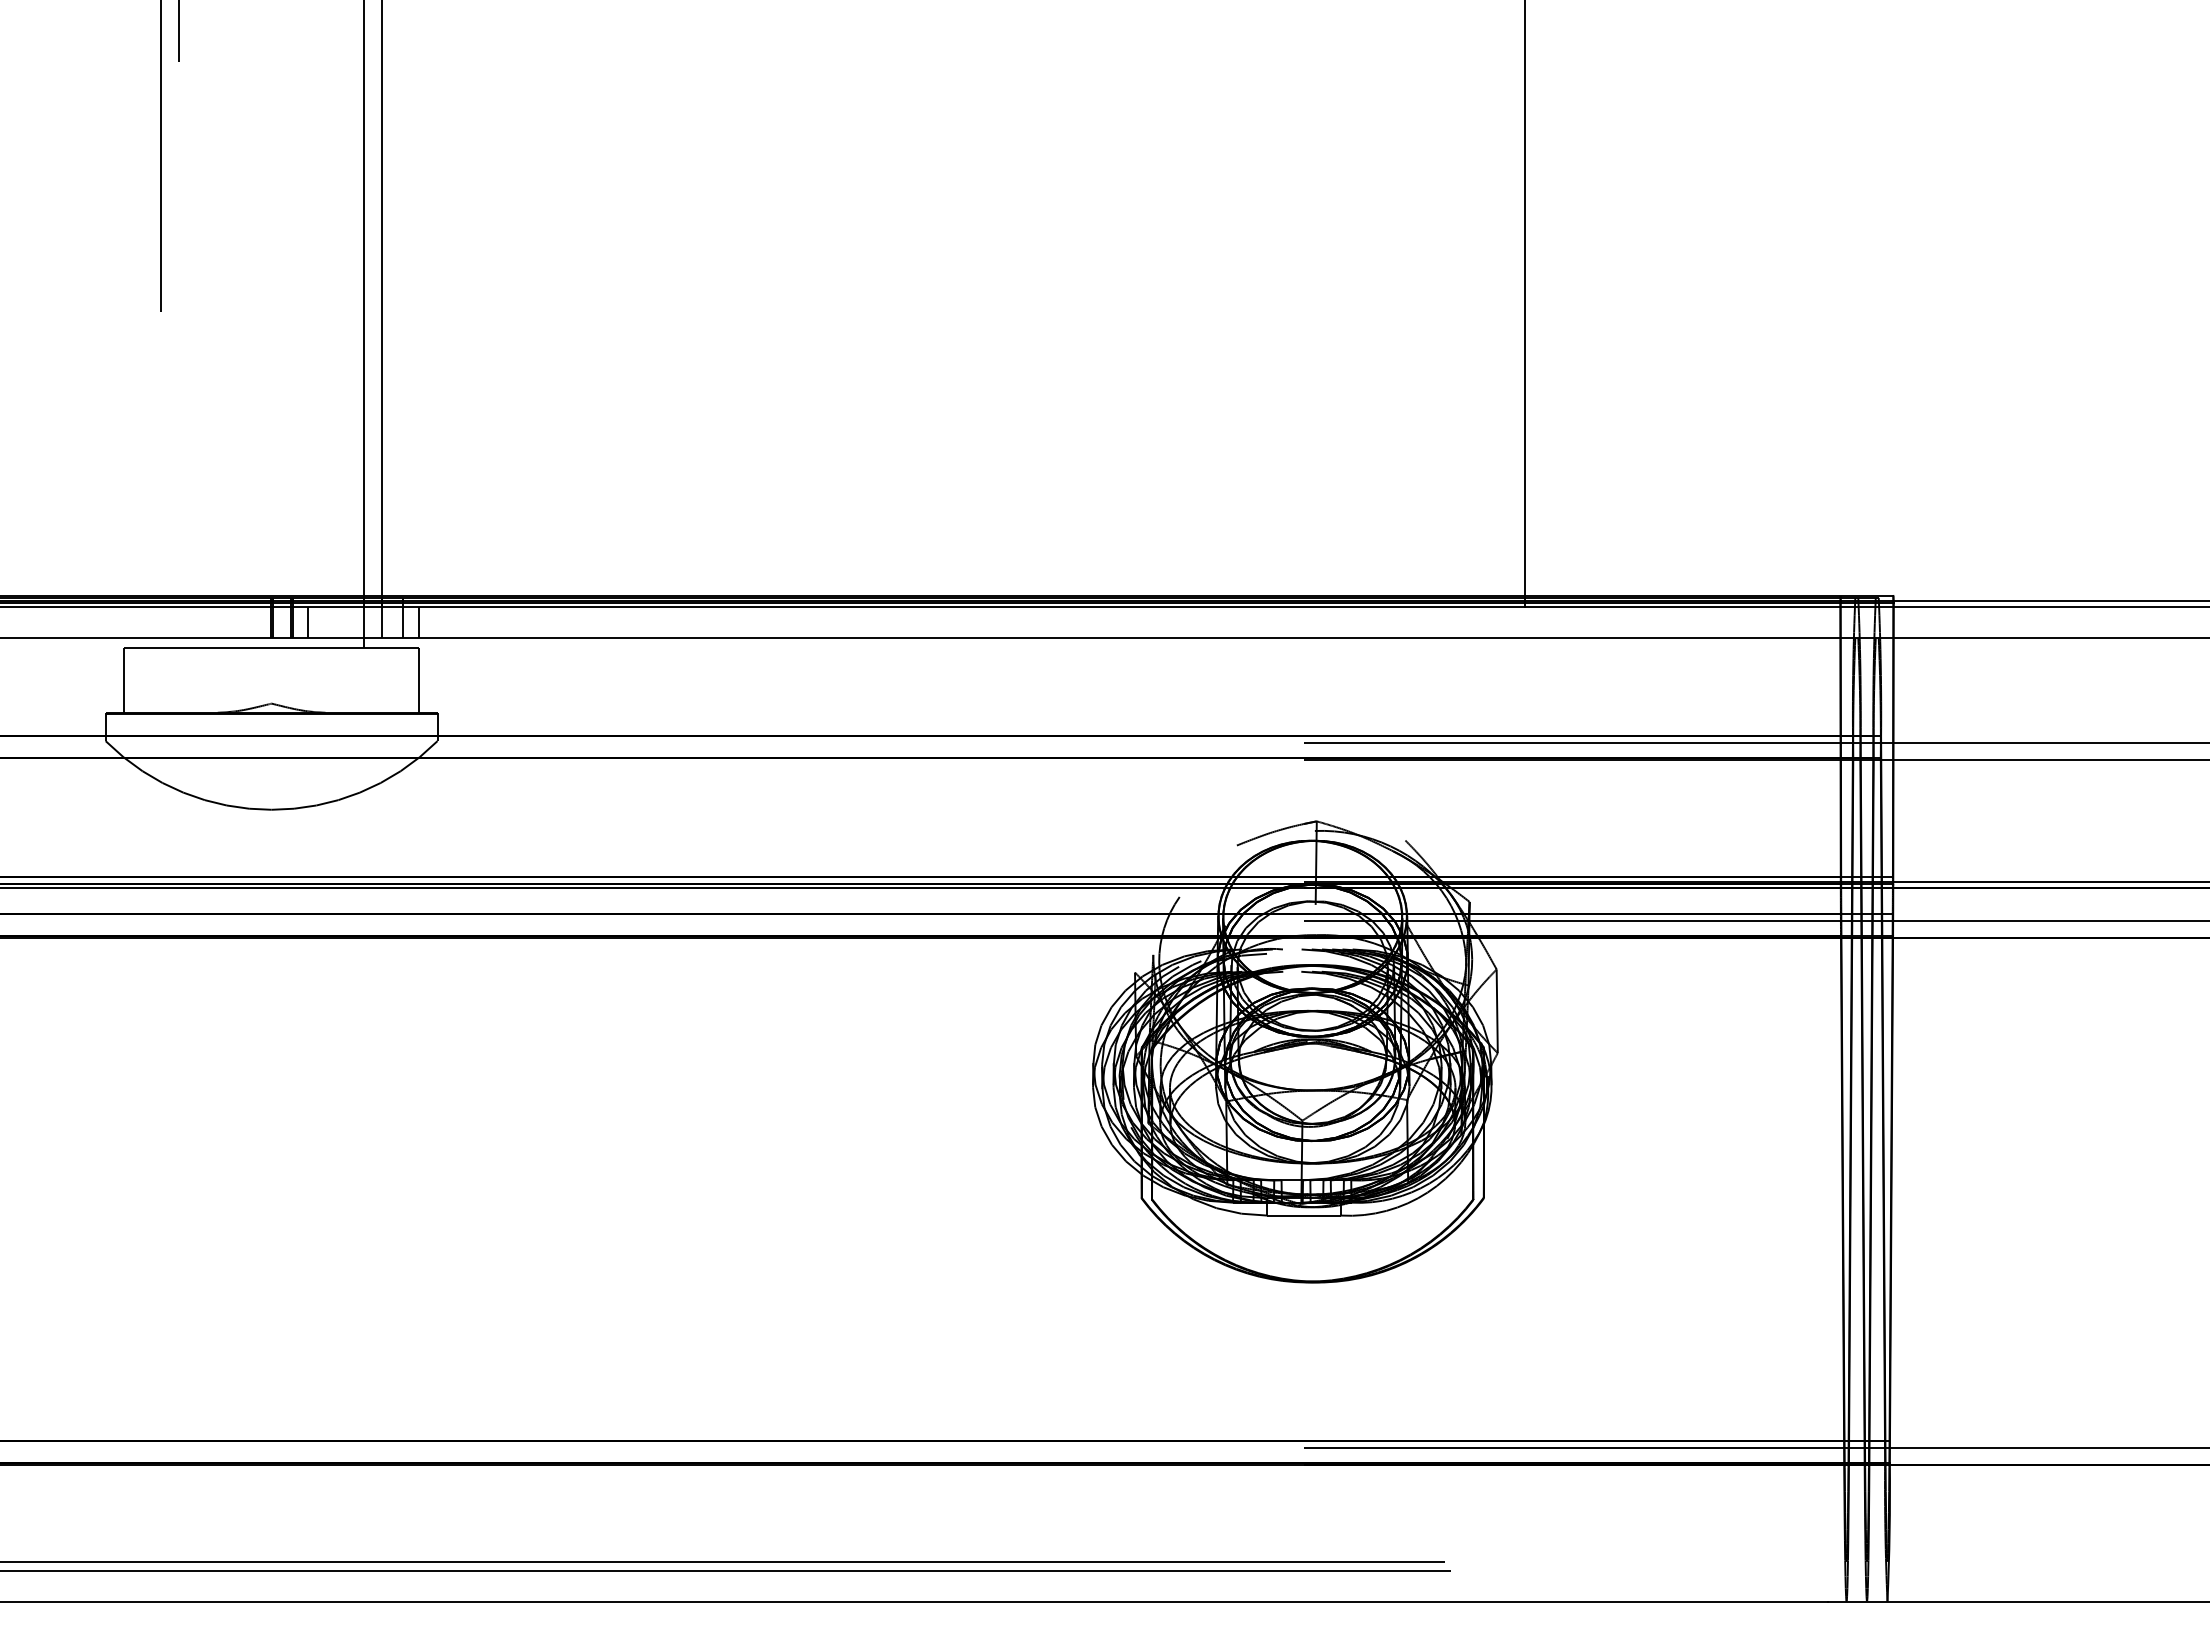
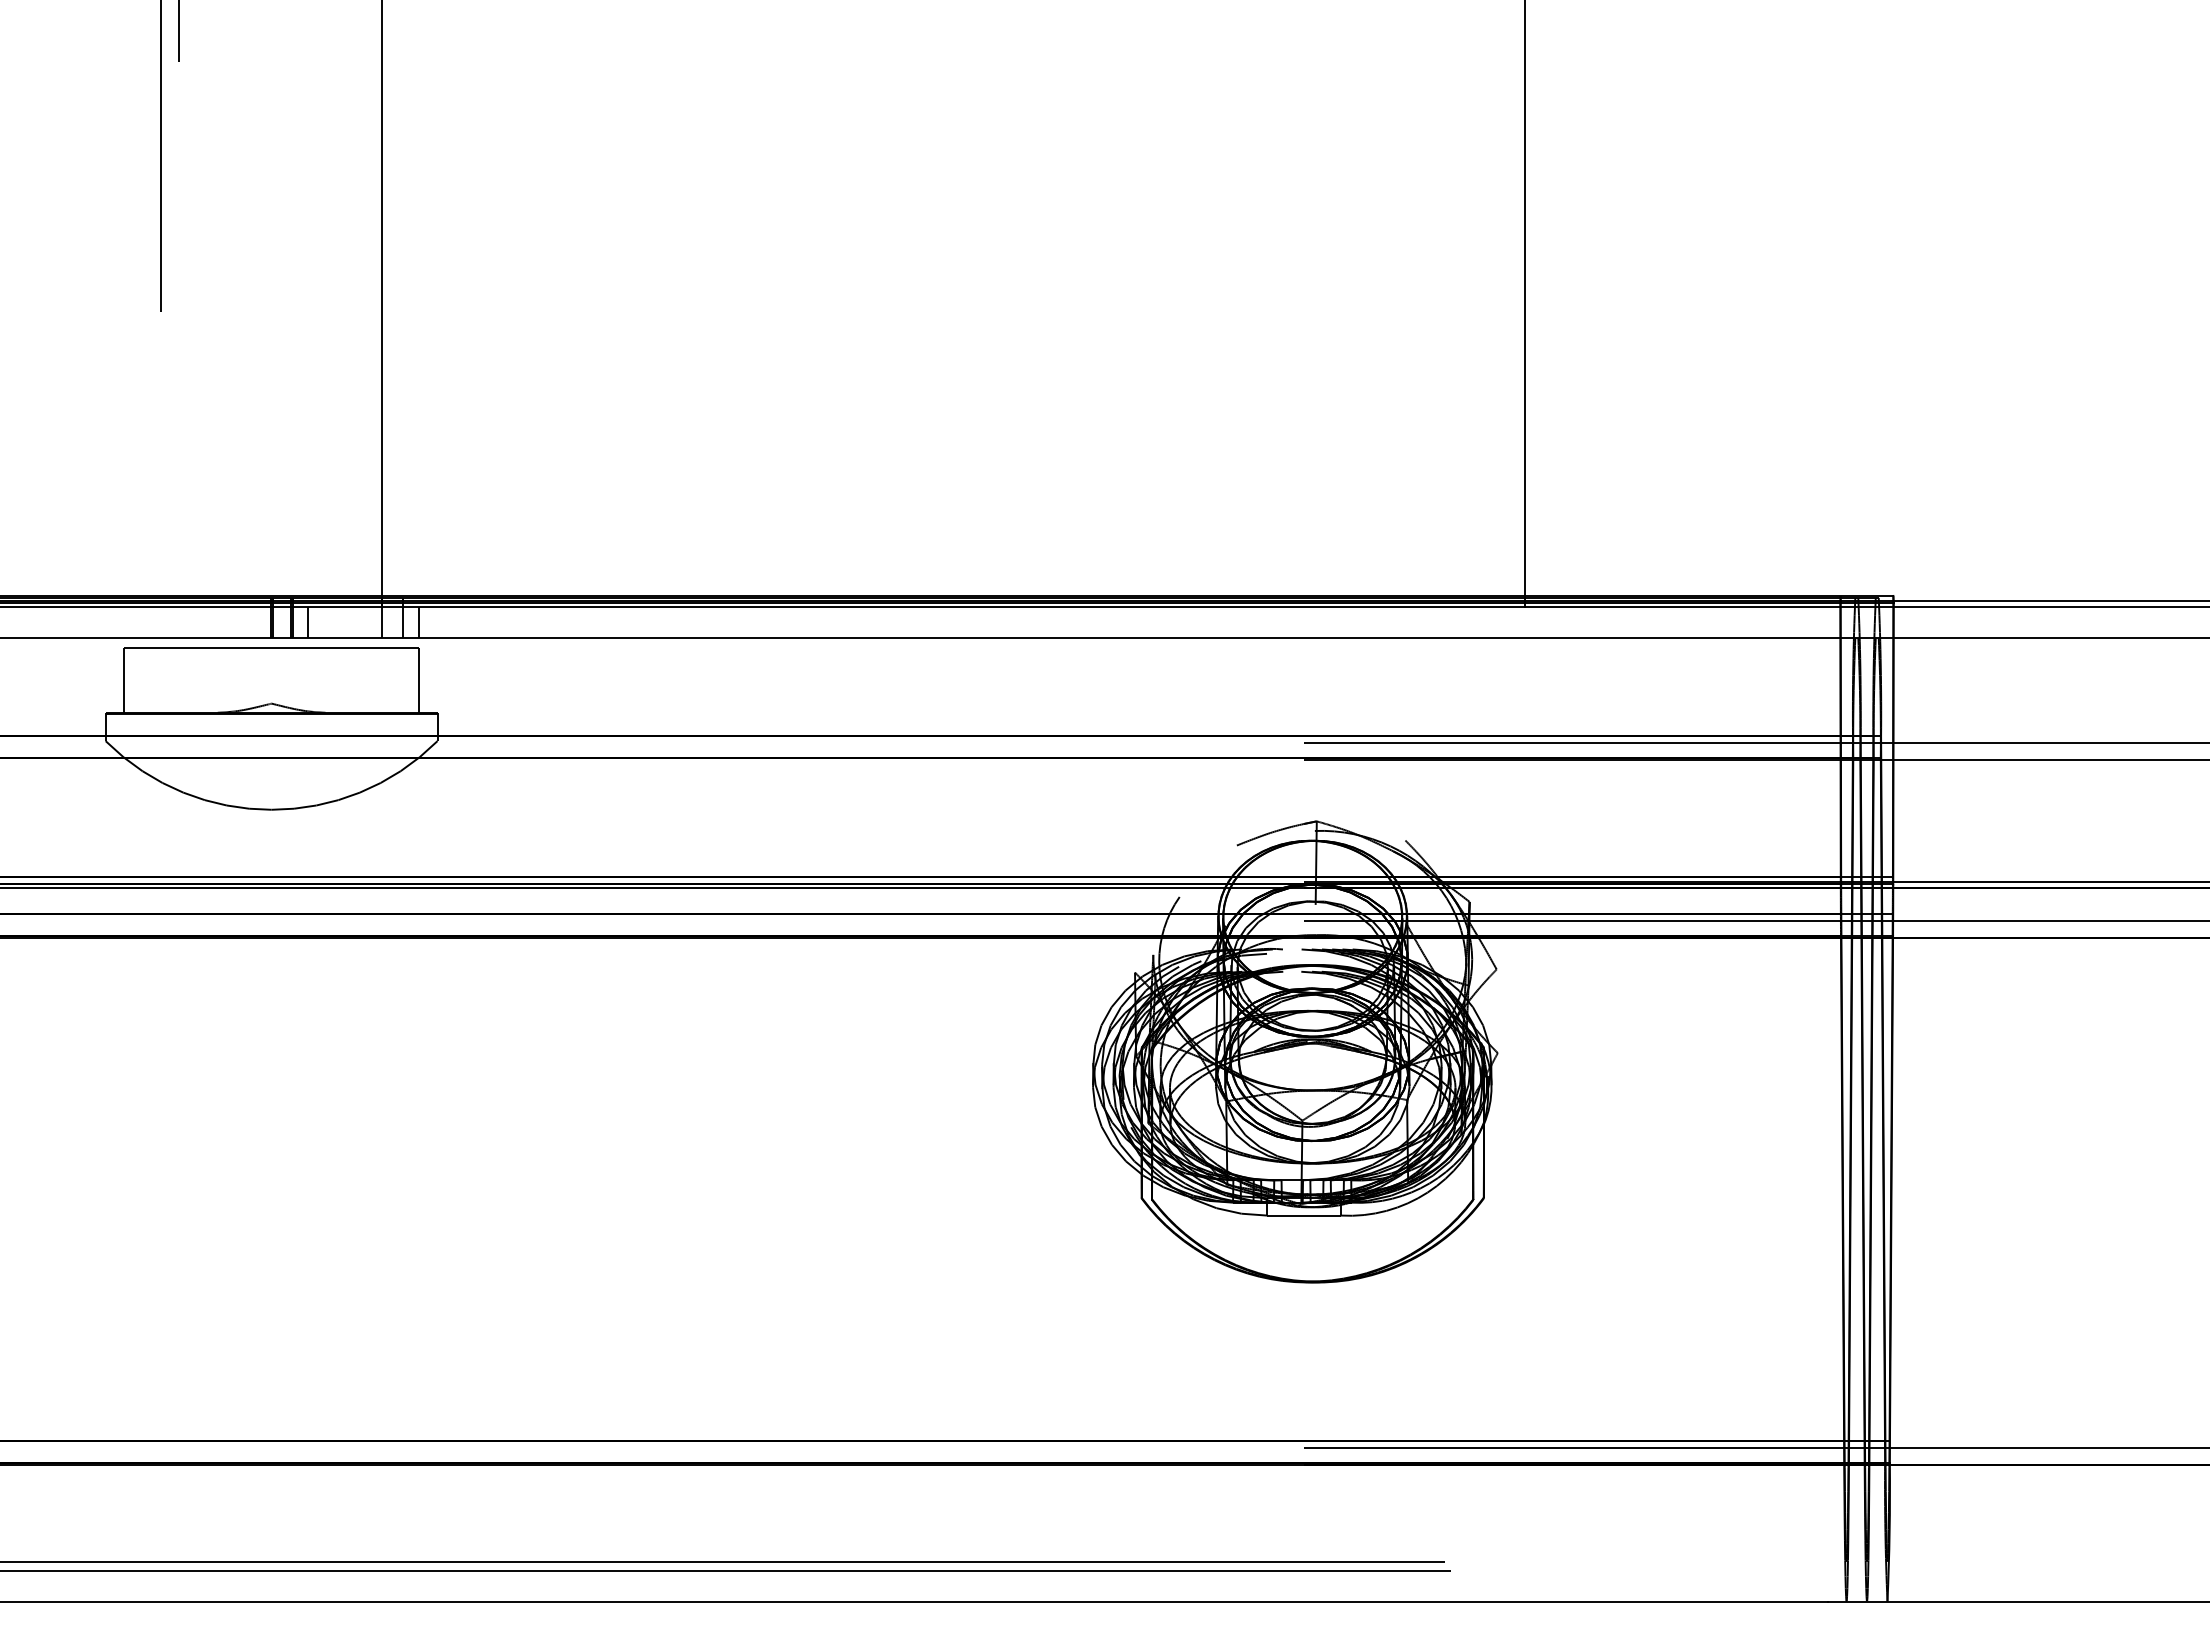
line at (363, 325): present -> none
line at (1496, 1011): present -> none
